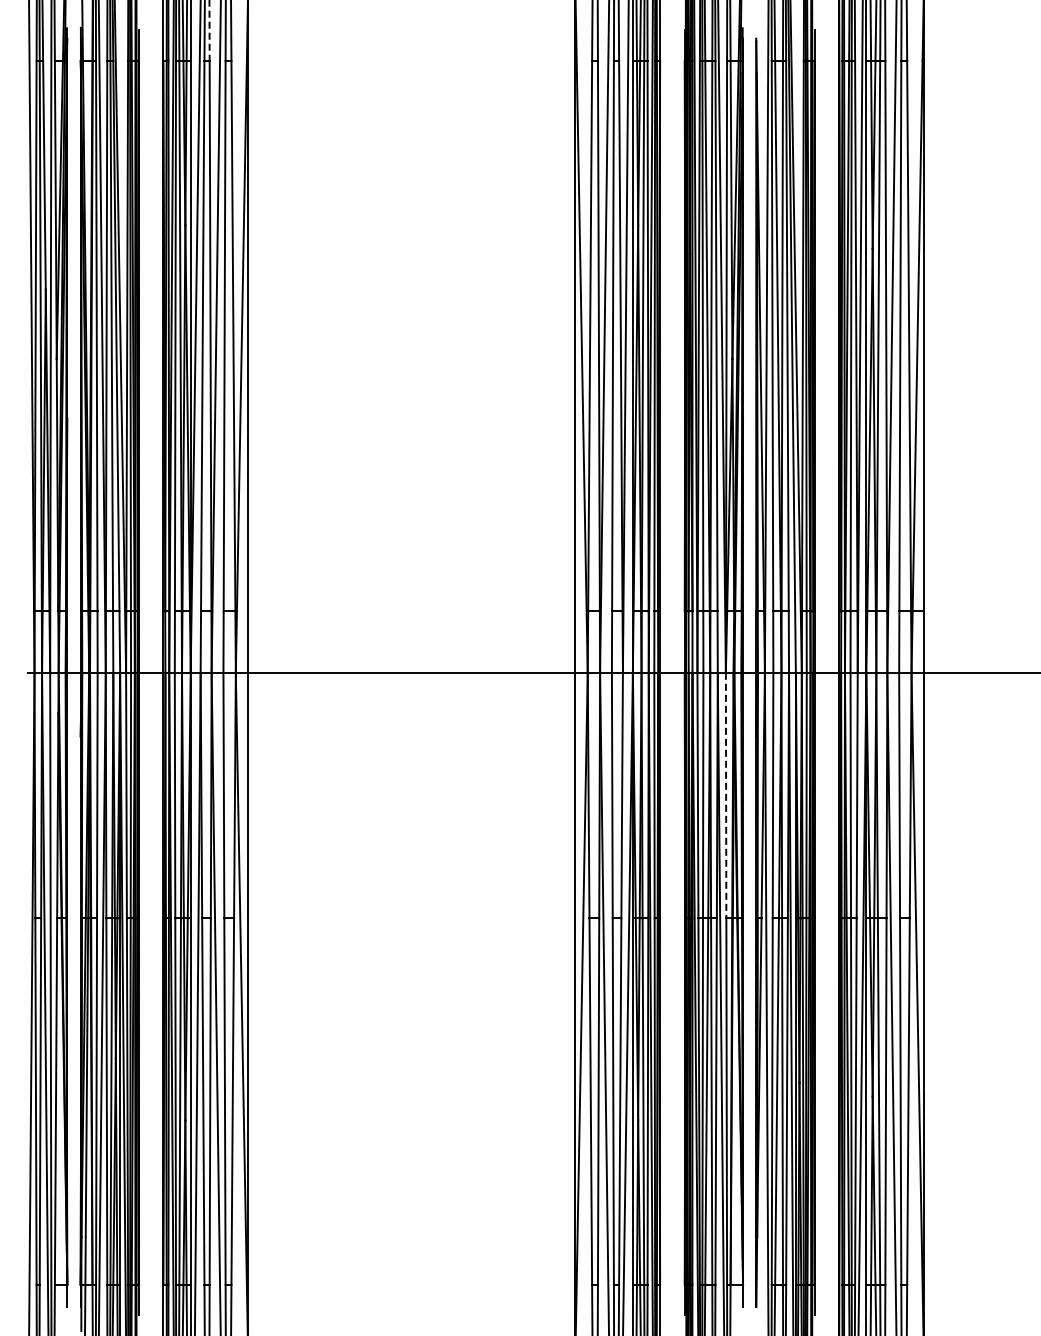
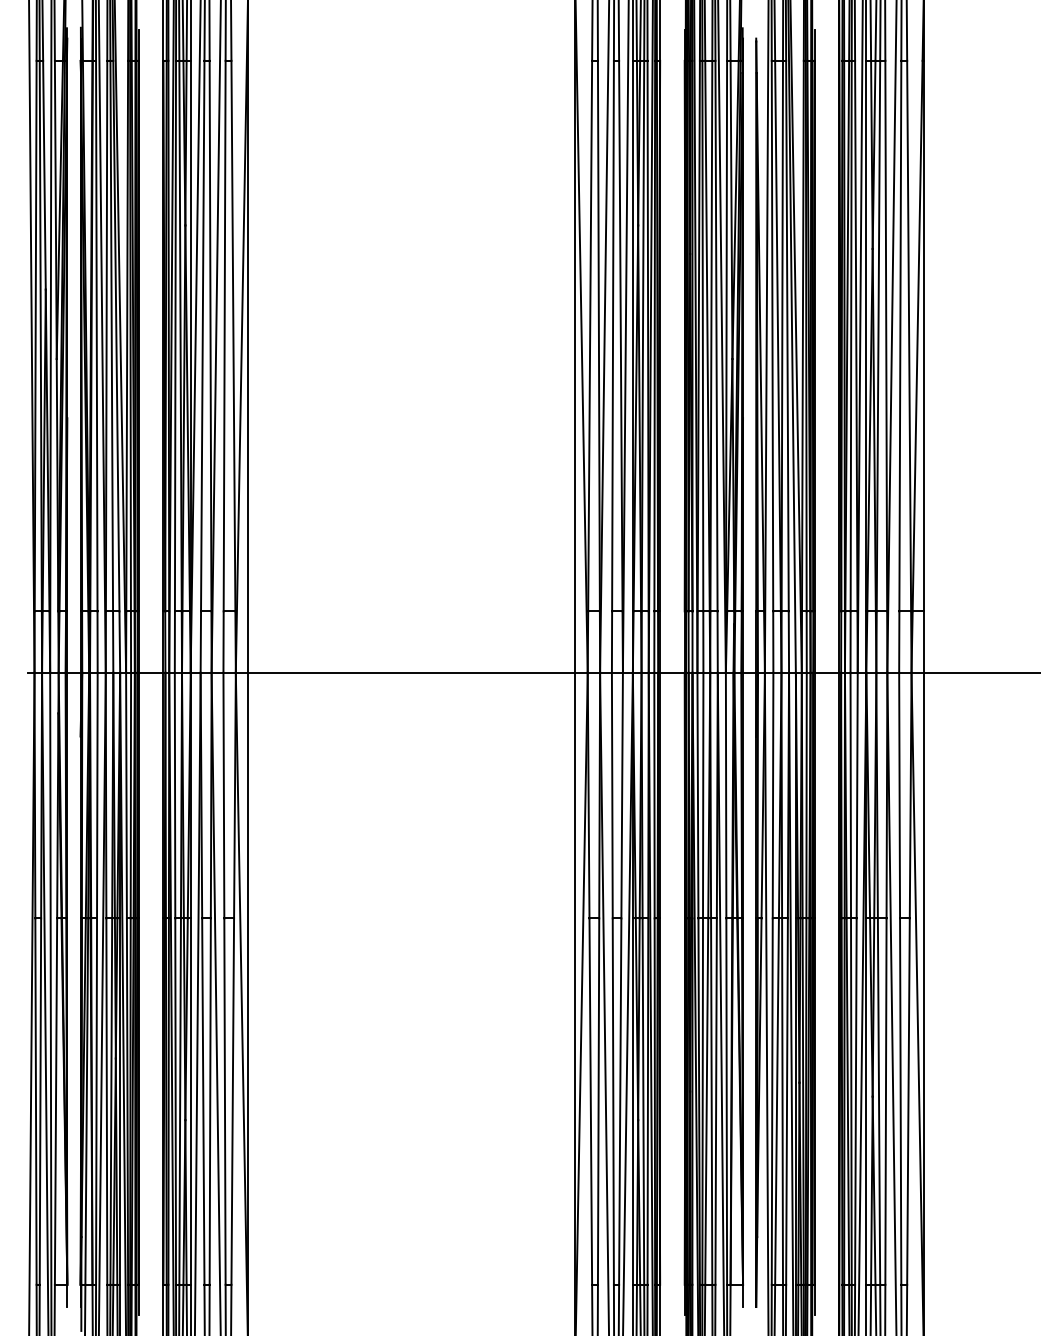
line at (209, 30): dashed -> solid
line at (726, 795): dashed -> solid
